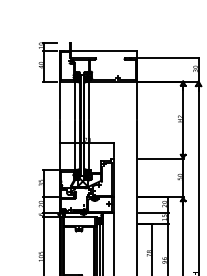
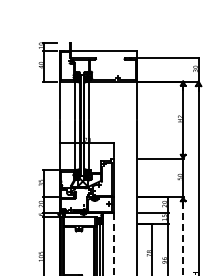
line at (183, 238): solid -> dashed
line at (113, 244): solid -> dashed
